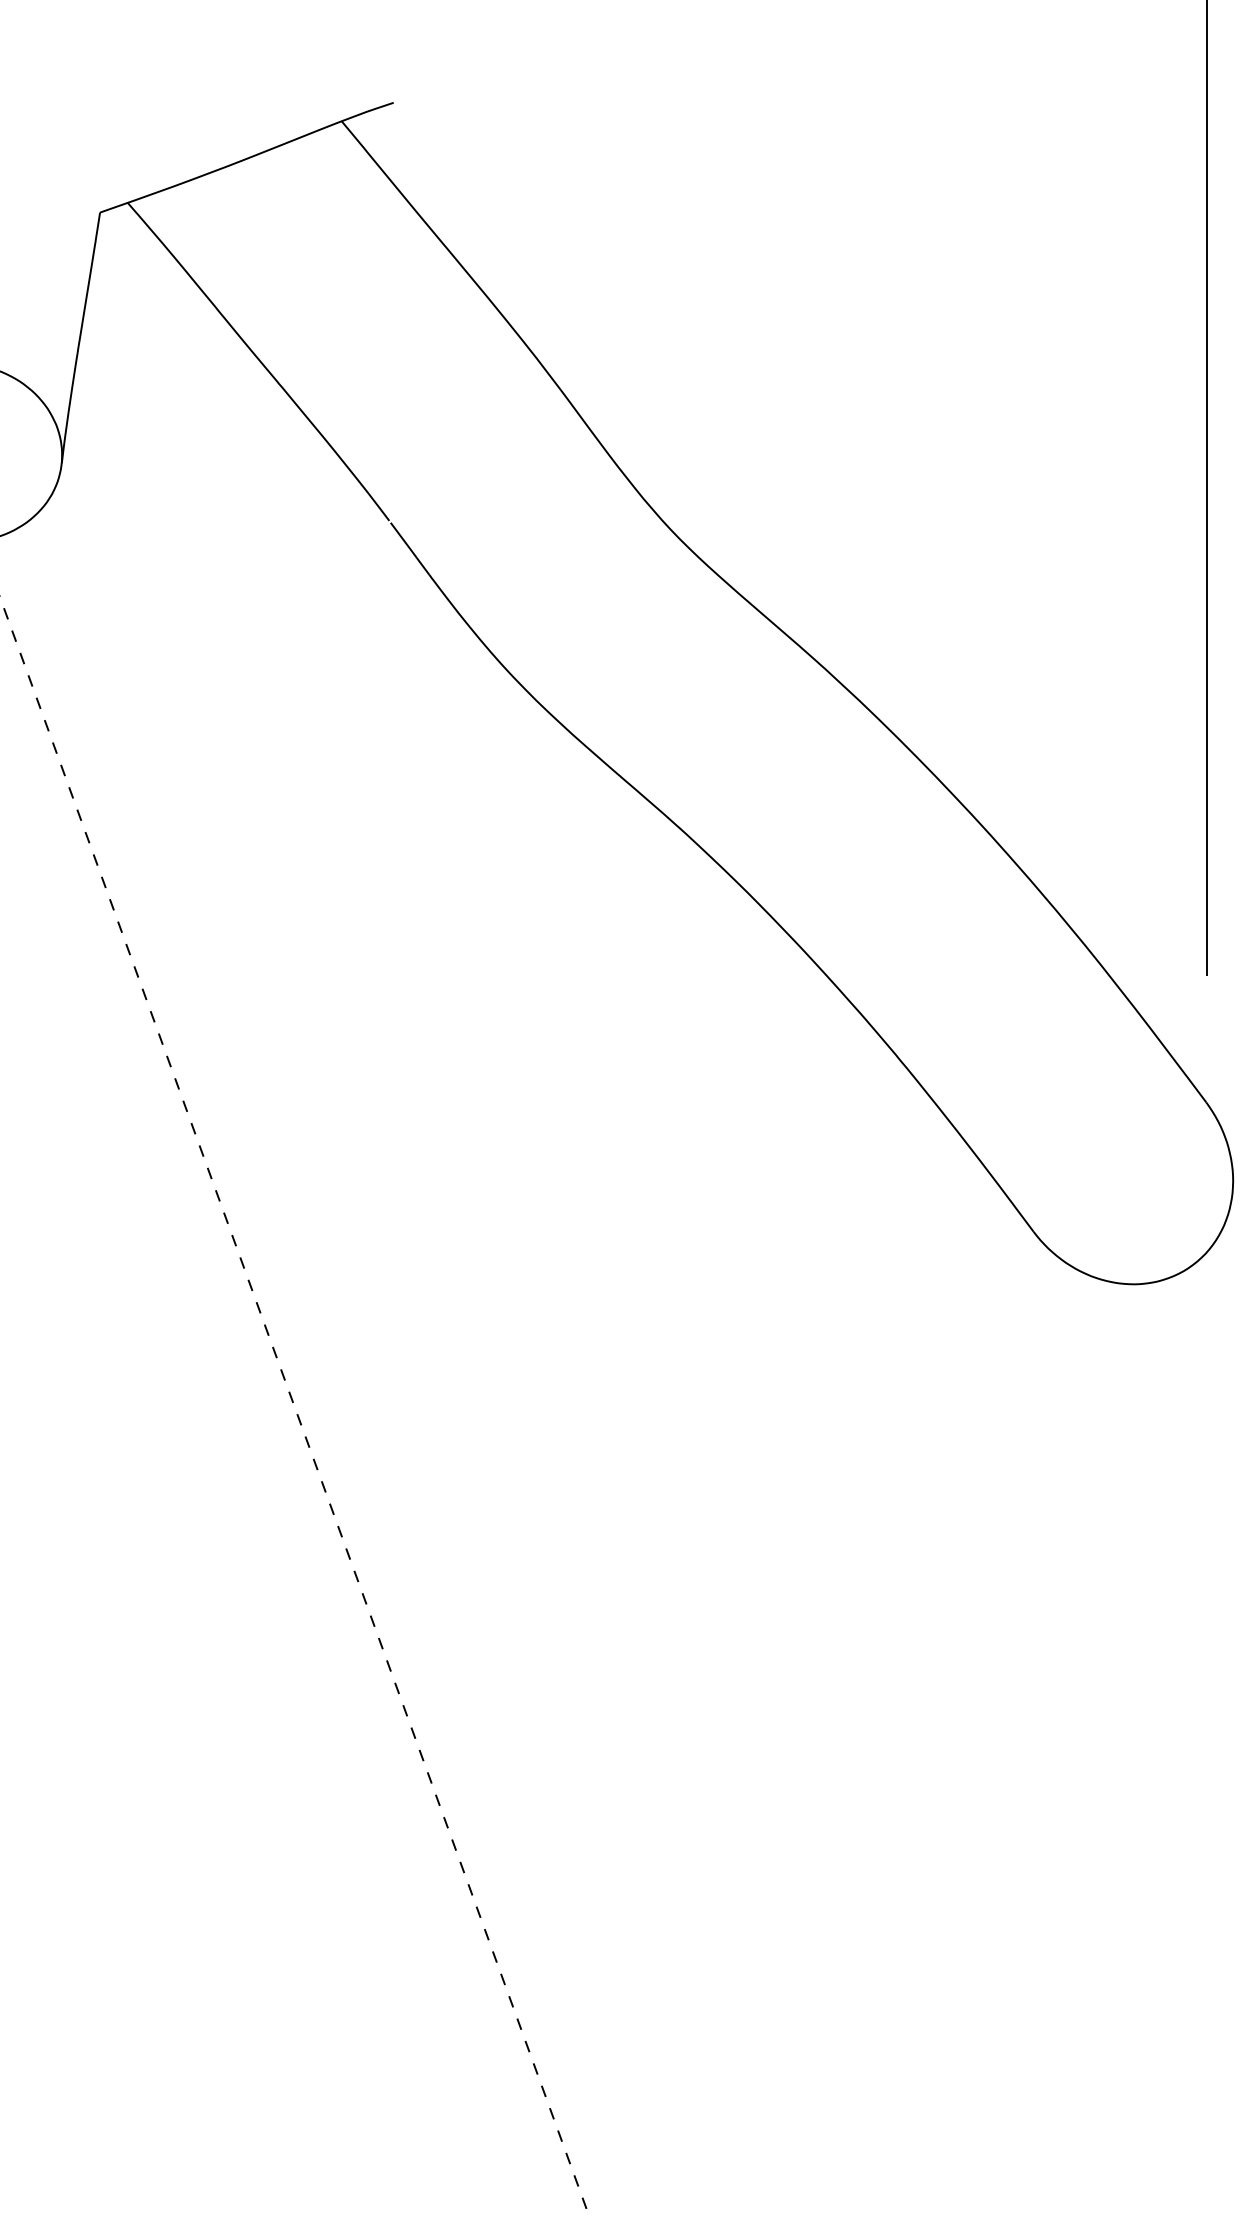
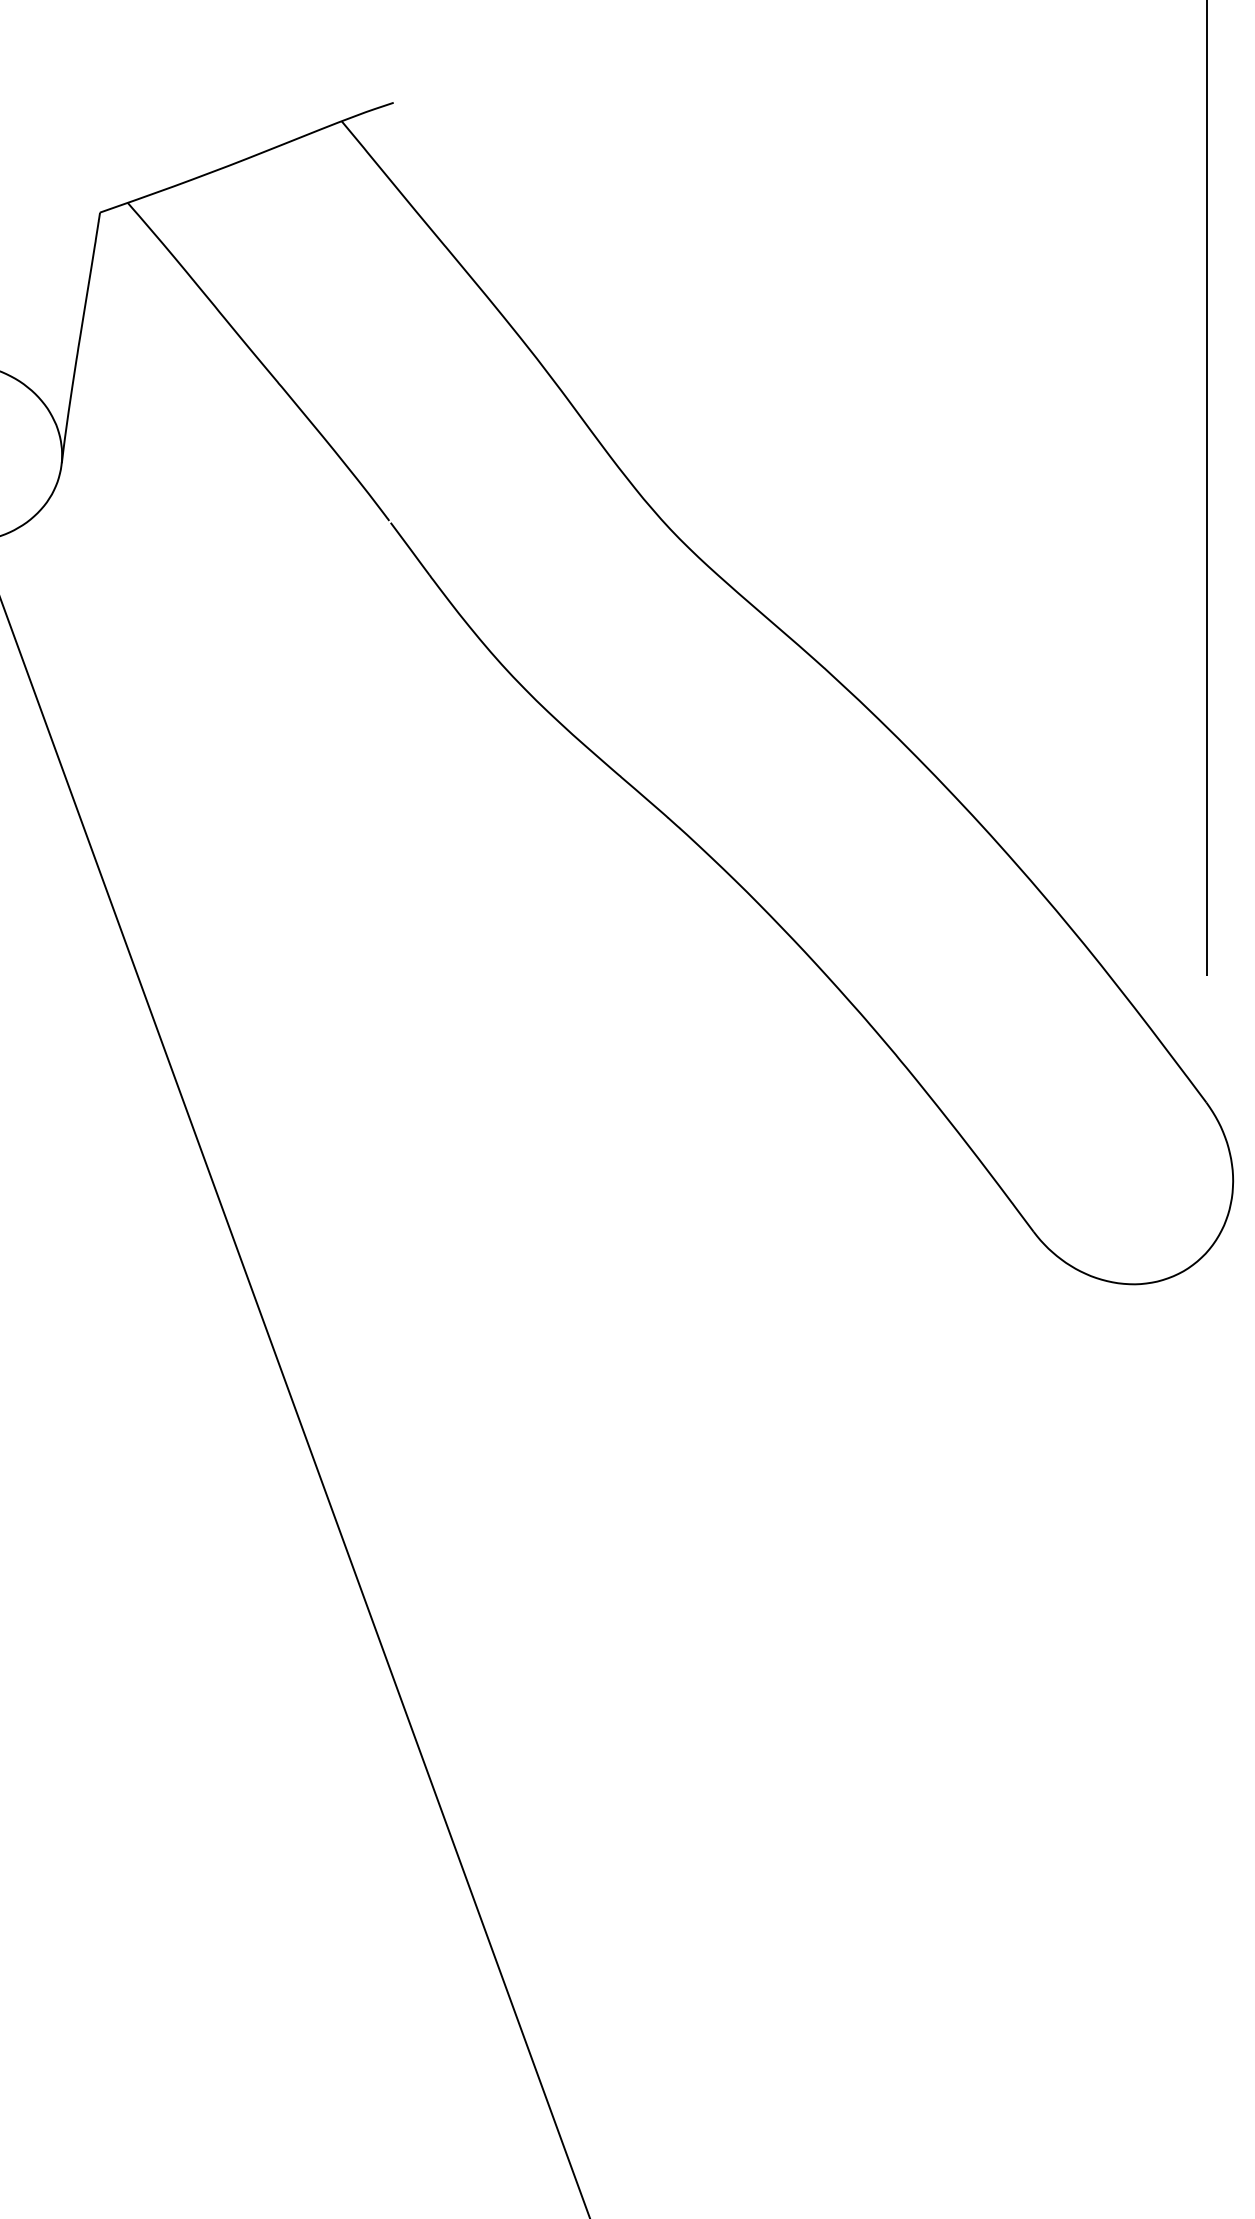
line at (295, 1408): dashed -> solid
